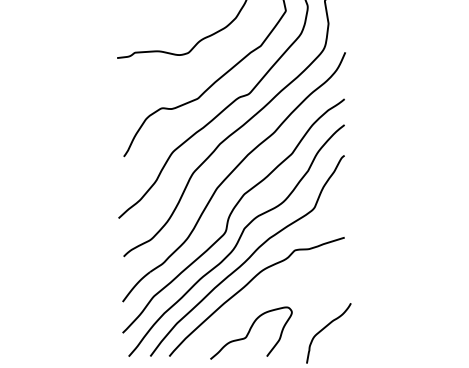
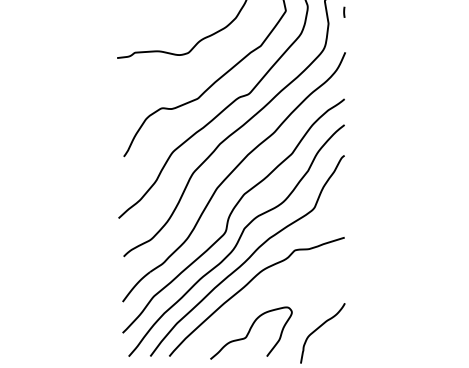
curve at (344, 11): none -> present
curve at (324, 329) position: (324, 329) -> (318, 329)
